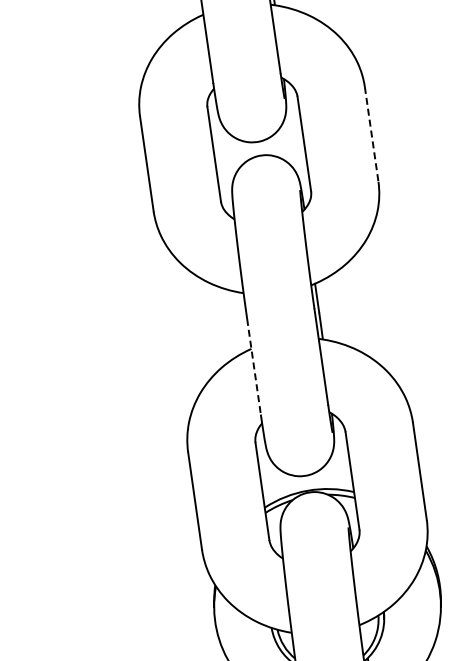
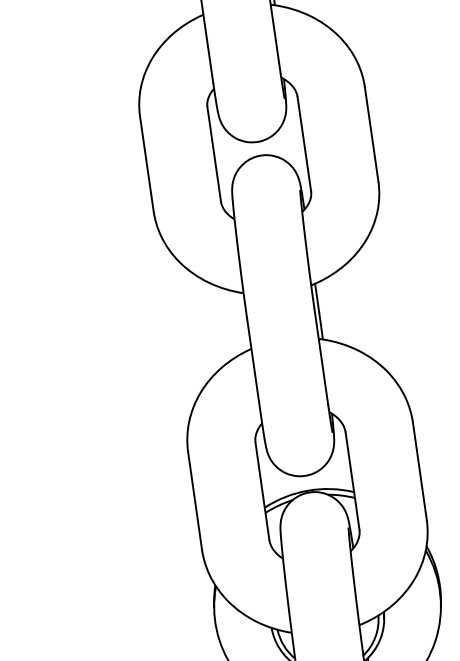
line at (371, 134): dashed -> solid
line at (254, 367): dashed -> solid
